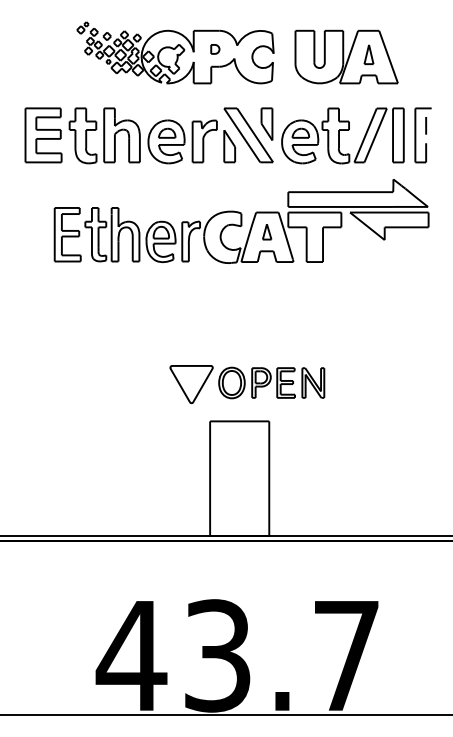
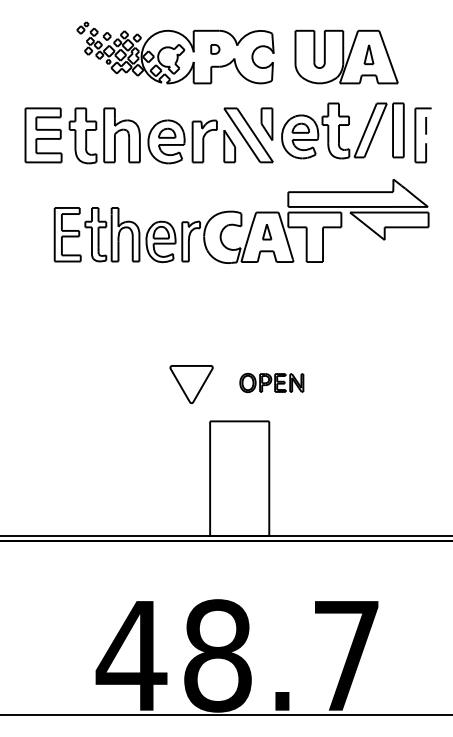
part at (342, 135) position: (342, 135) -> (342, 130)
part at (271, 382) size: 108x34 px -> 66x22 px
text at (217, 655): 43.7 -> 48.7
